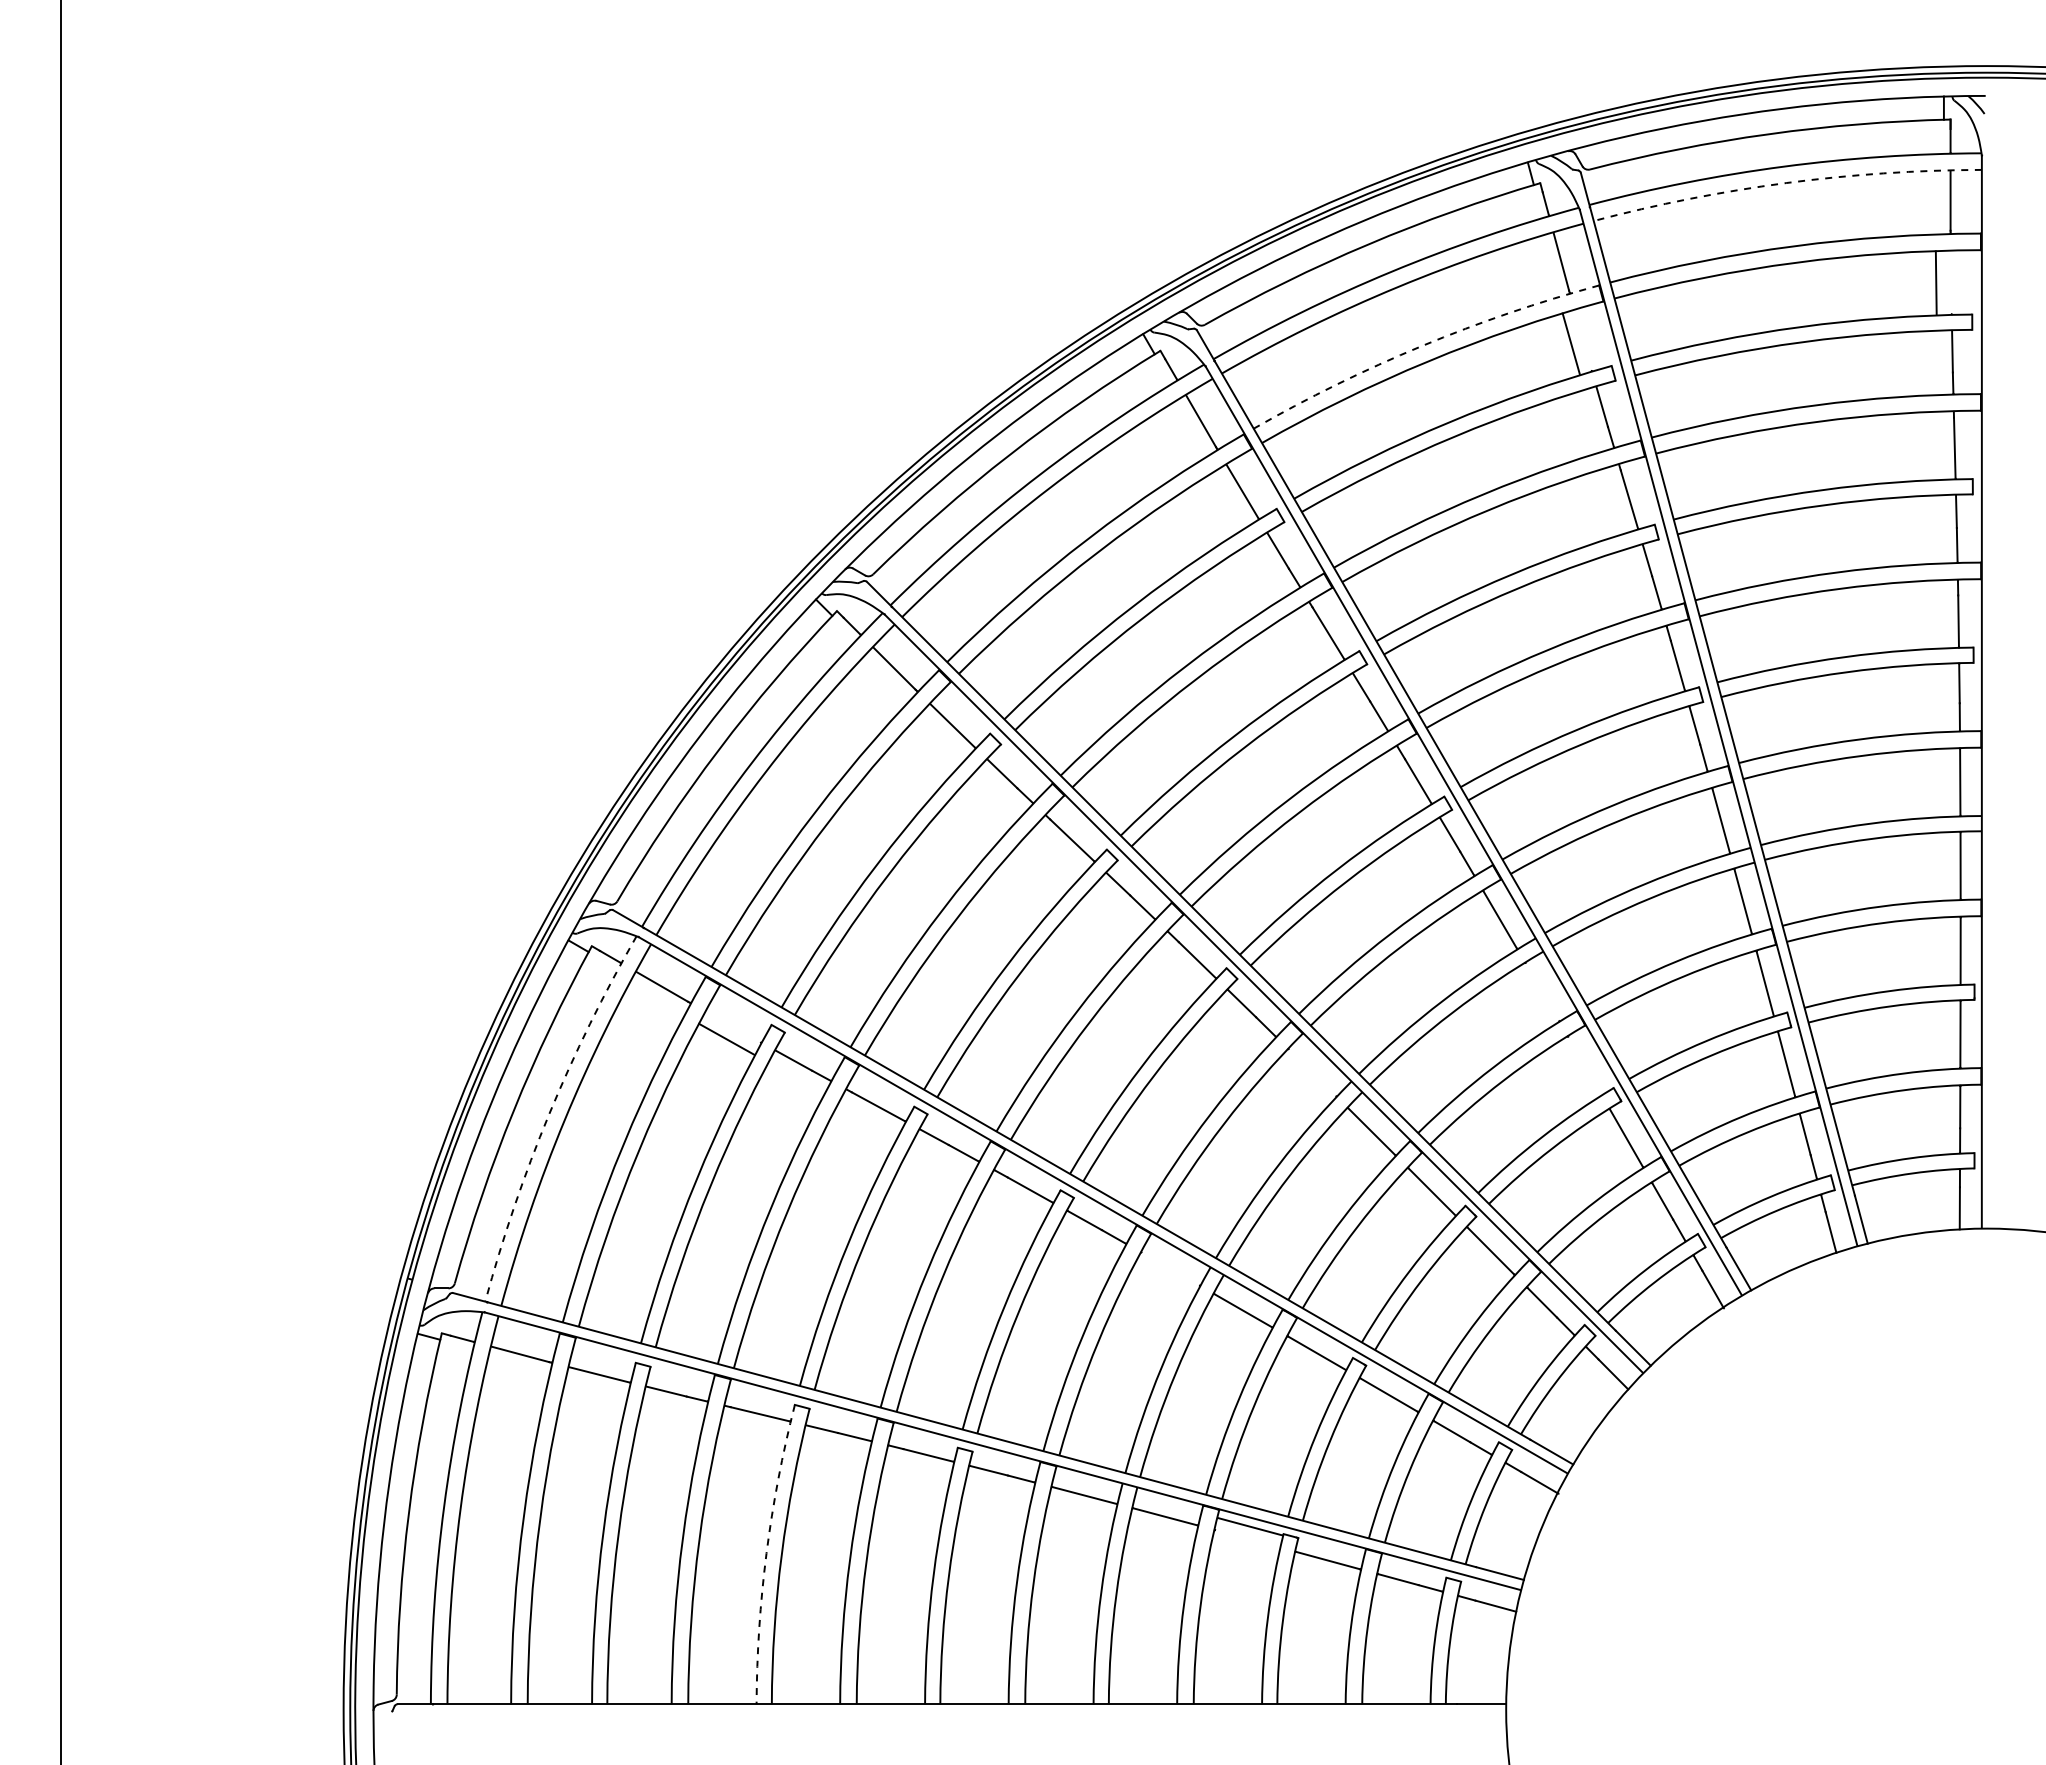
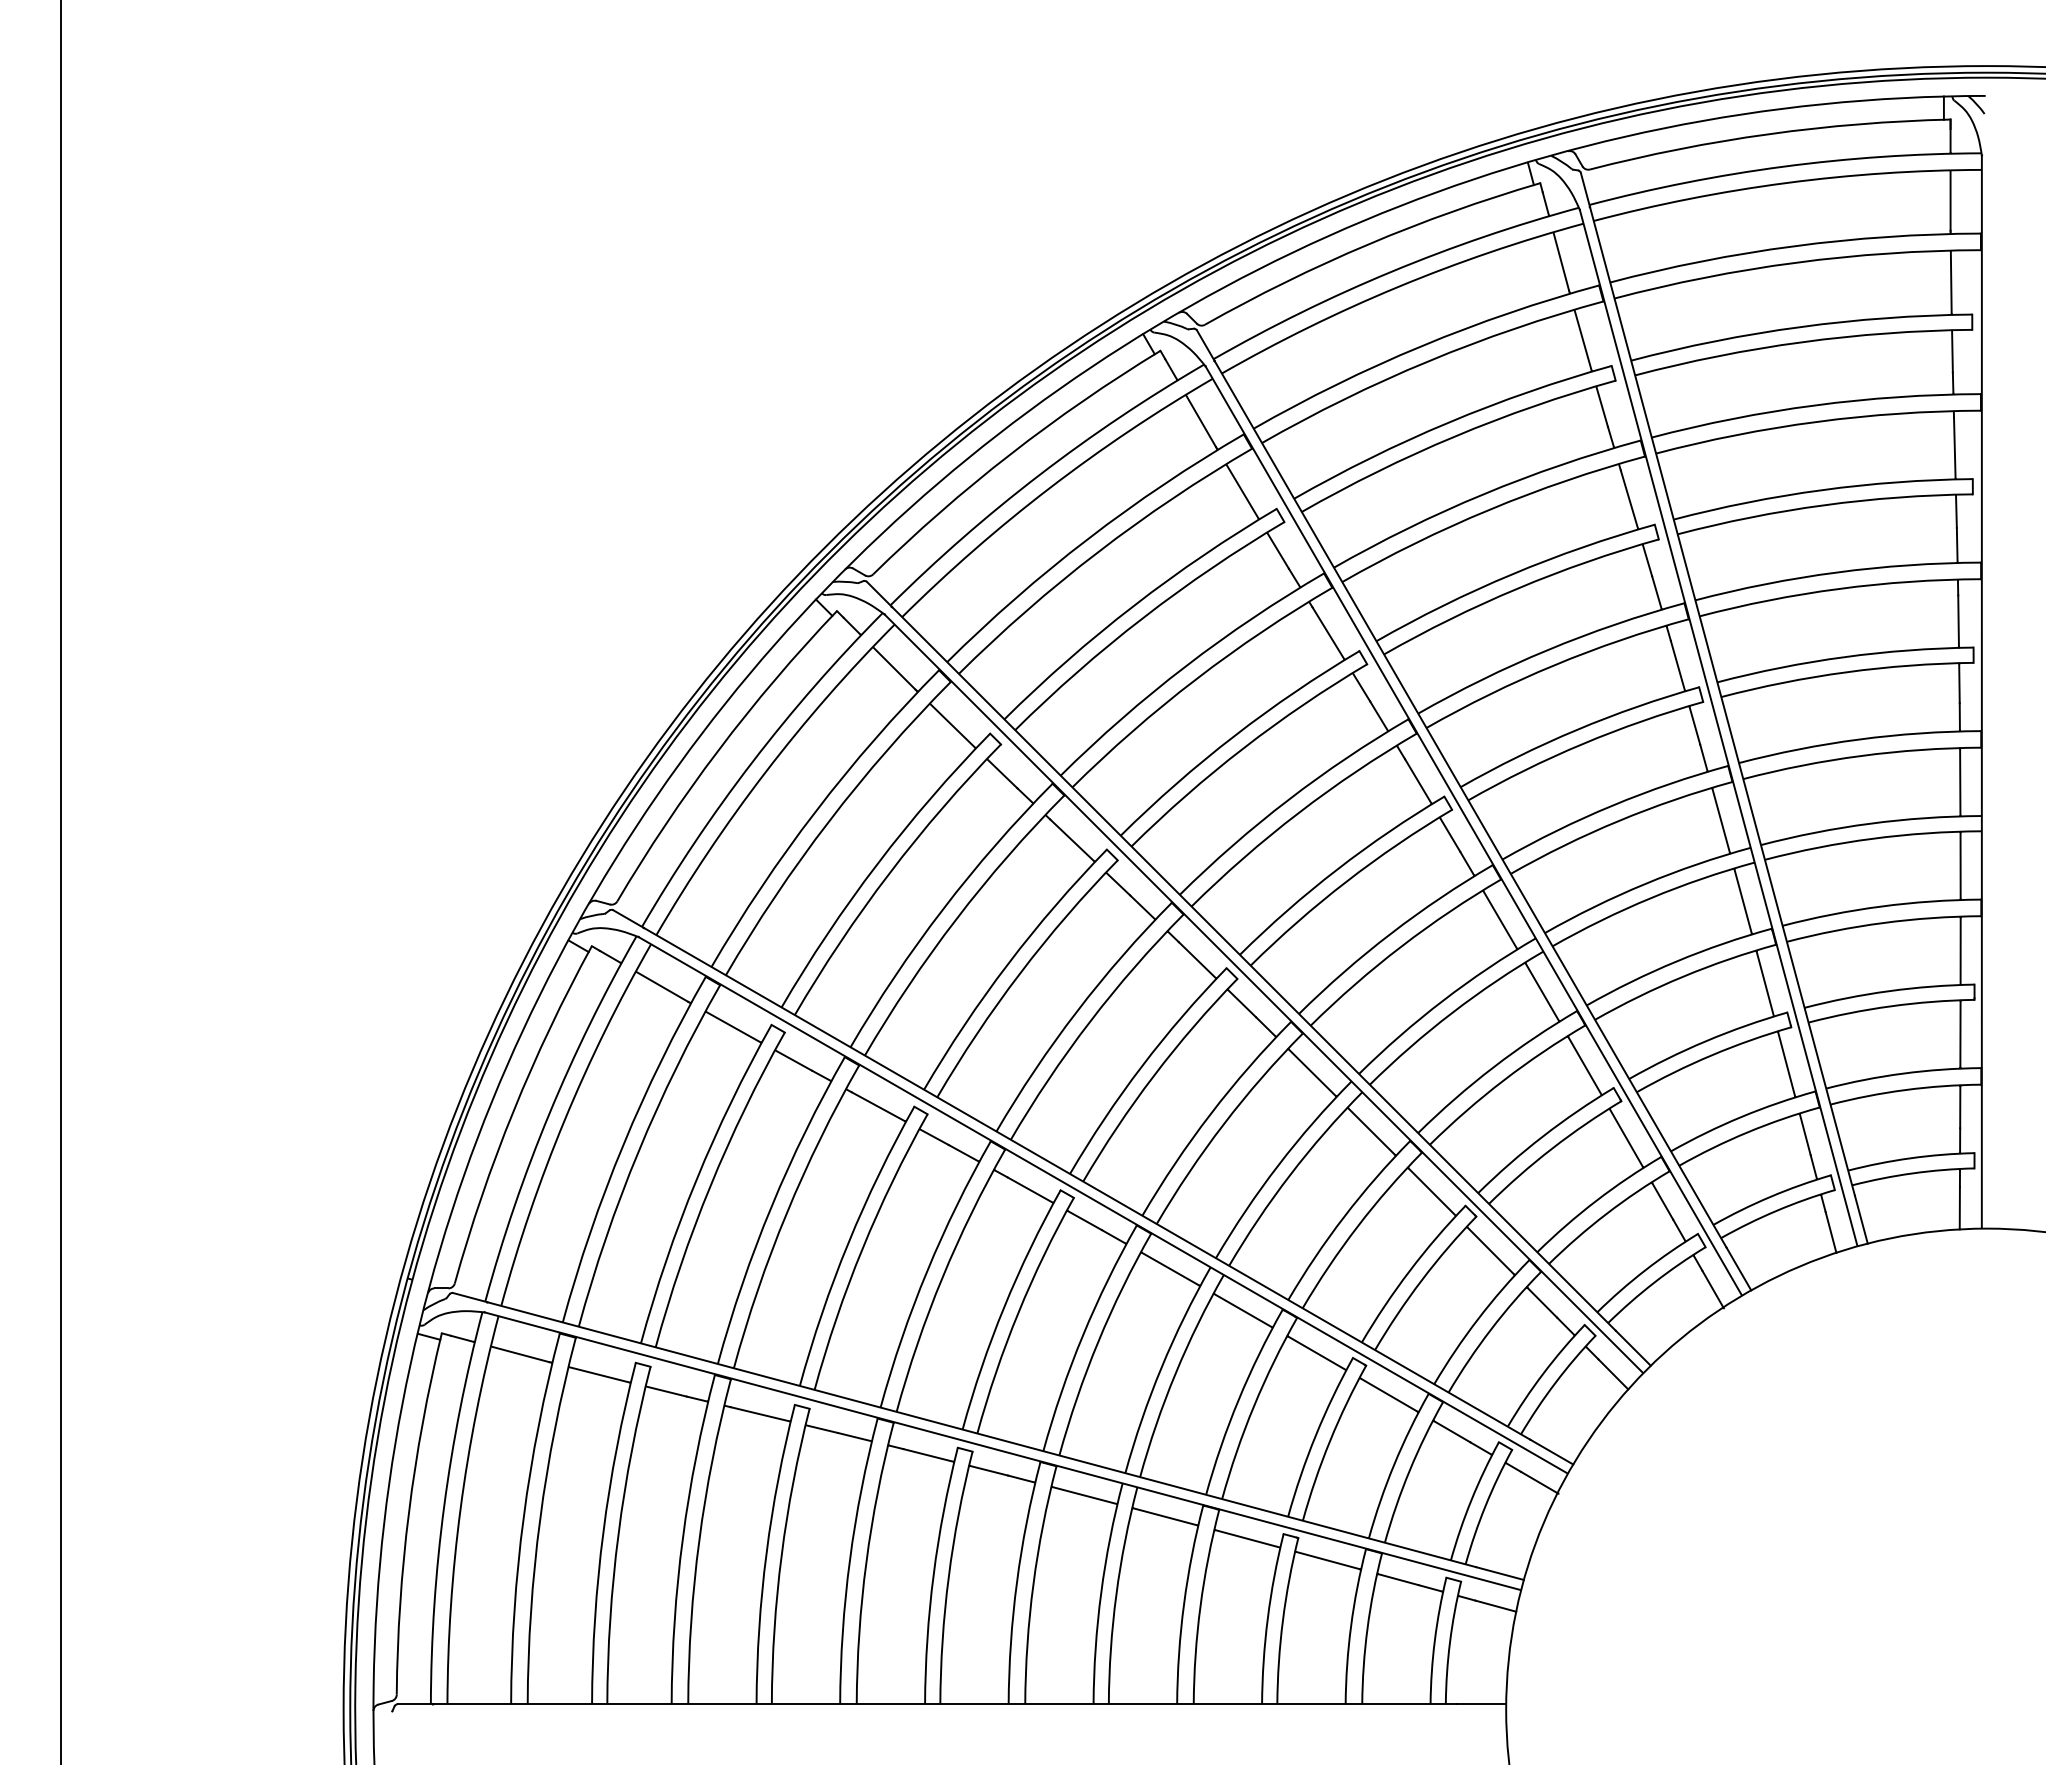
arc at (1786, 183): dashed -> solid
line at (1935, 282) position: (1935, 282) -> (1950, 282)
line at (1570, 343) position: (1570, 343) -> (1582, 340)
arc at (1421, 346): dashed -> solid
line at (1542, 992): none -> present
line at (726, 1038) position: (726, 1038) -> (733, 1026)
line at (1584, 1065): none -> present
line at (1312, 1072): none -> present
arc at (549, 1114): dashed -> solid
line at (1170, 1268): none -> present
line at (1249, 1526) position: (1249, 1526) -> (1246, 1538)
arc at (766, 1553): dashed -> solid
